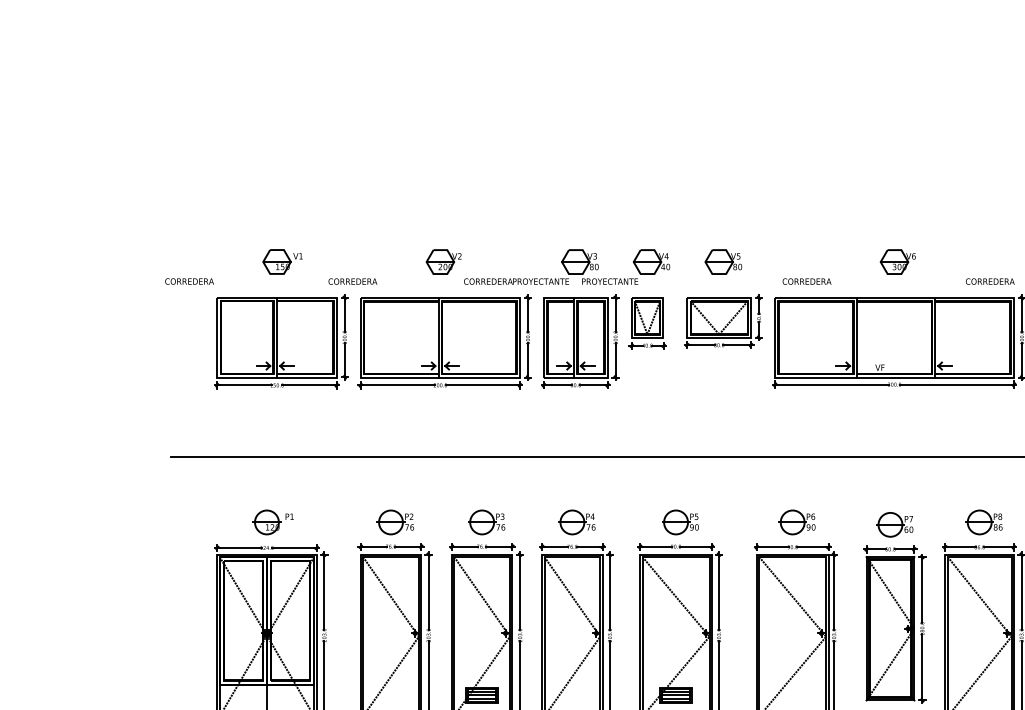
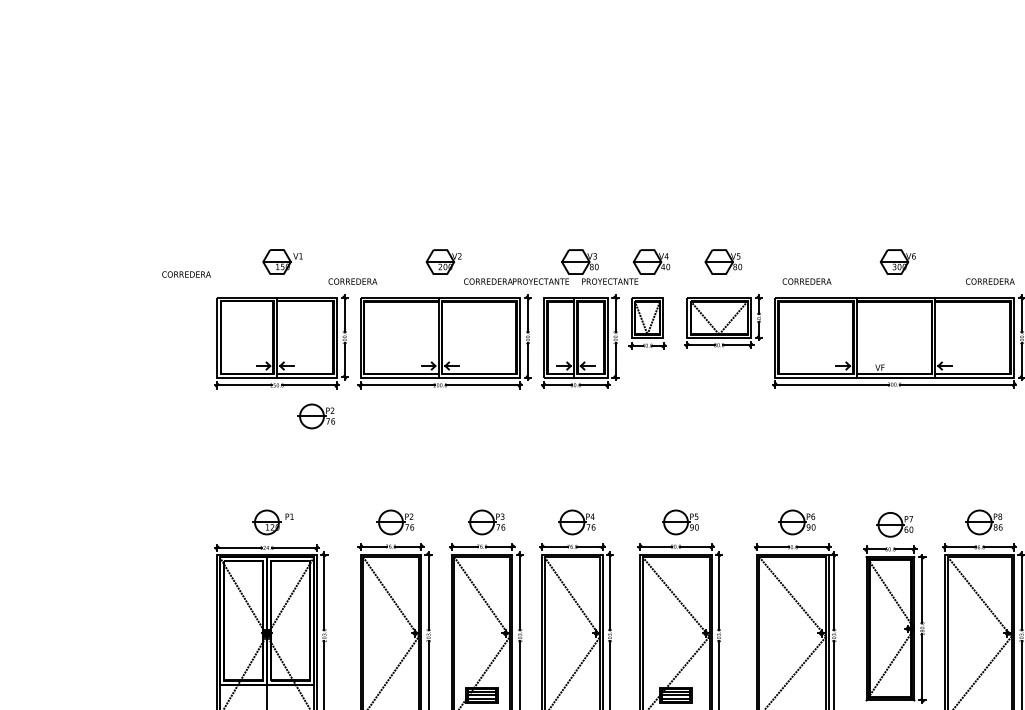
text at (189, 281) position: (189, 281) -> (186, 274)
part at (316, 416): none -> present
line at (596, 457): present -> none
